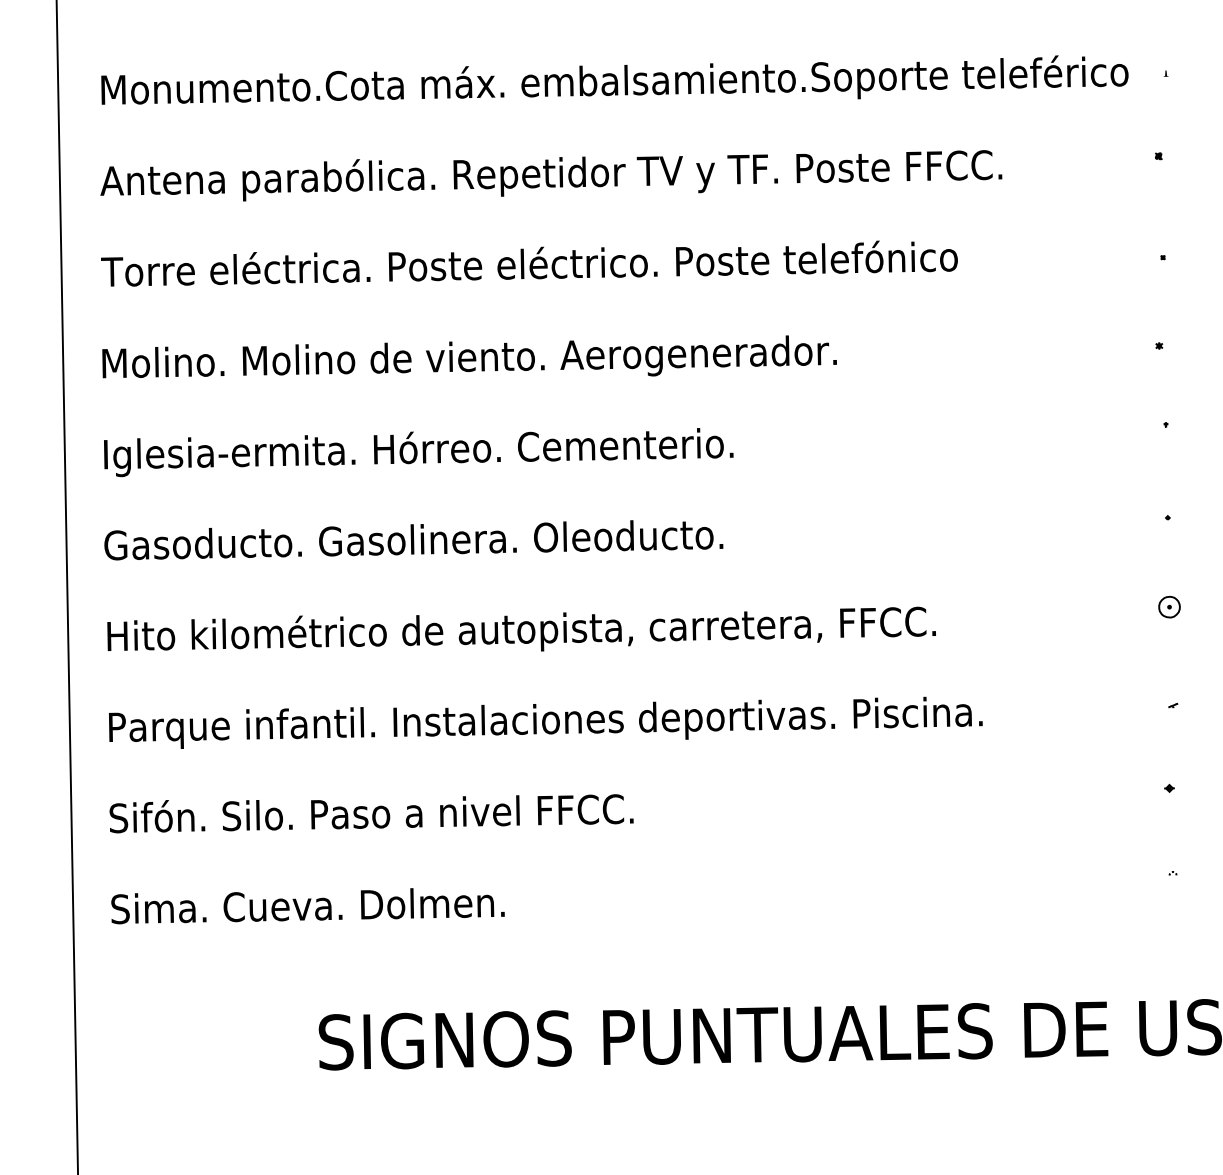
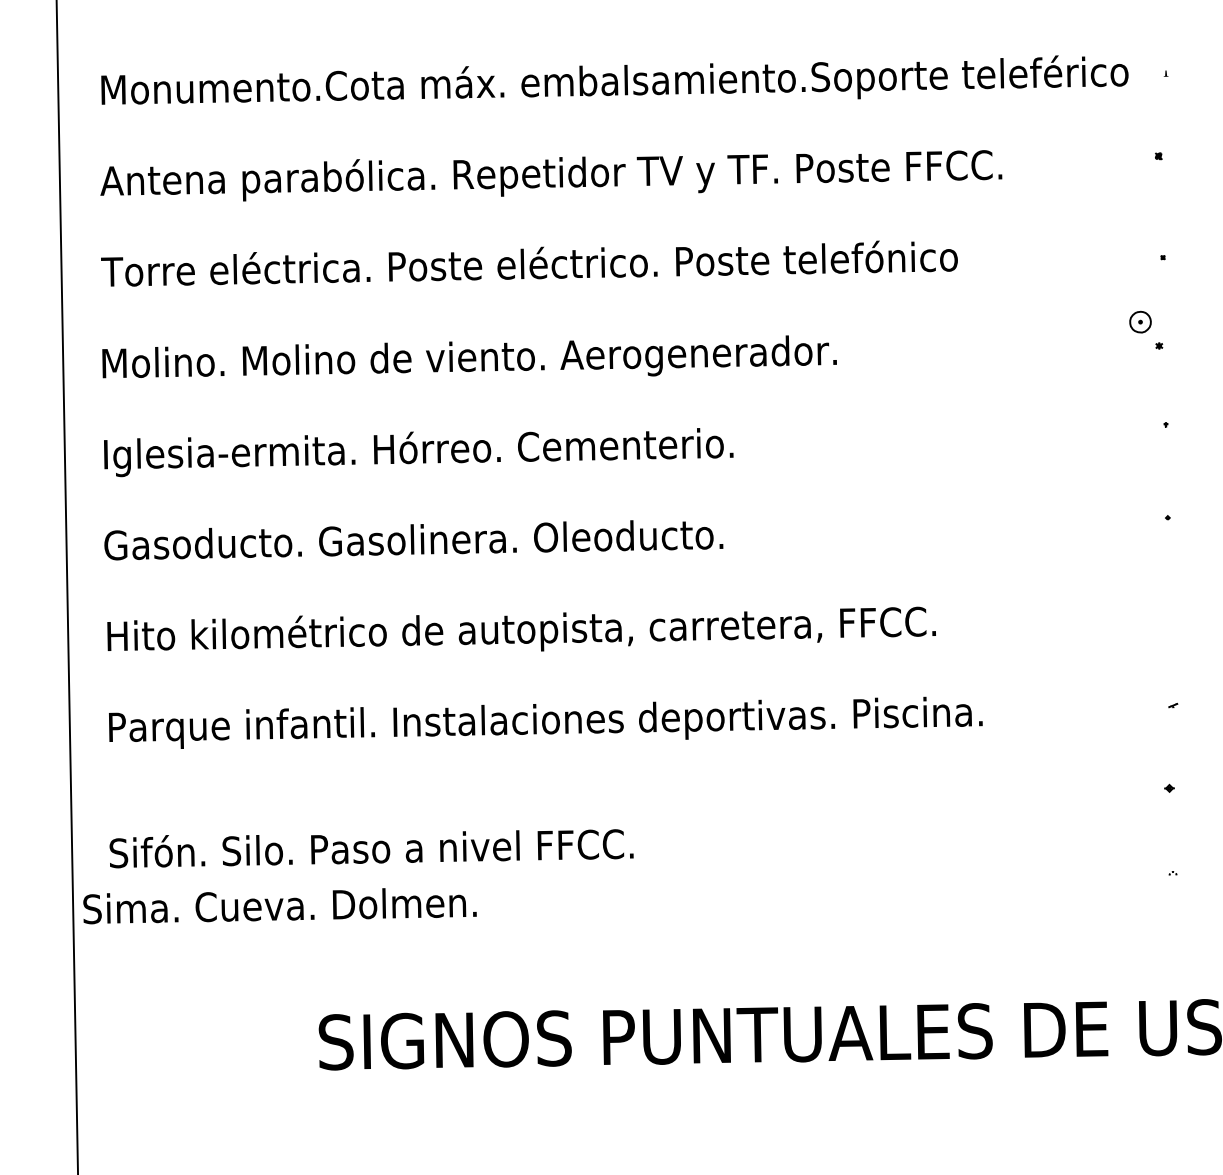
part at (1169, 606) position: (1169, 606) -> (1140, 321)
text at (371, 813) position: (371, 813) -> (371, 848)
text at (307, 906) position: (307, 906) -> (279, 906)
